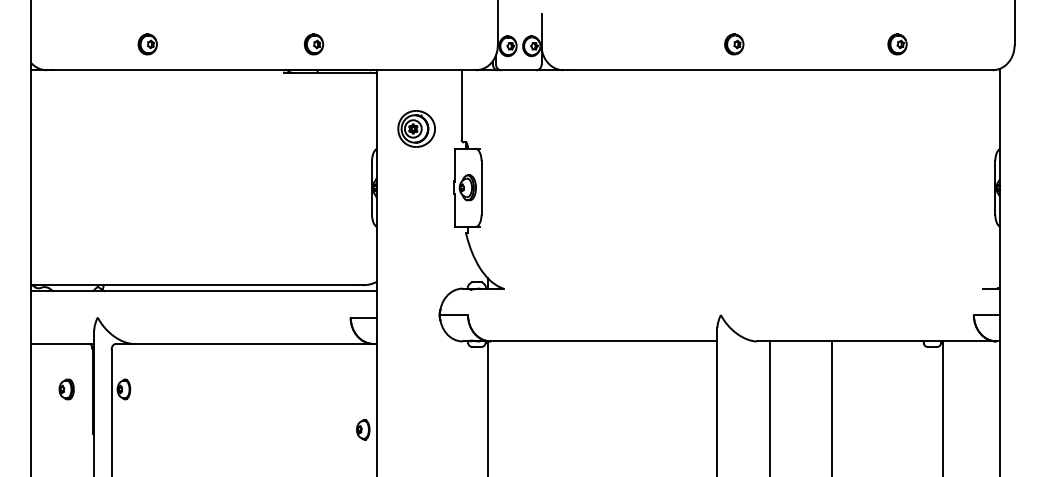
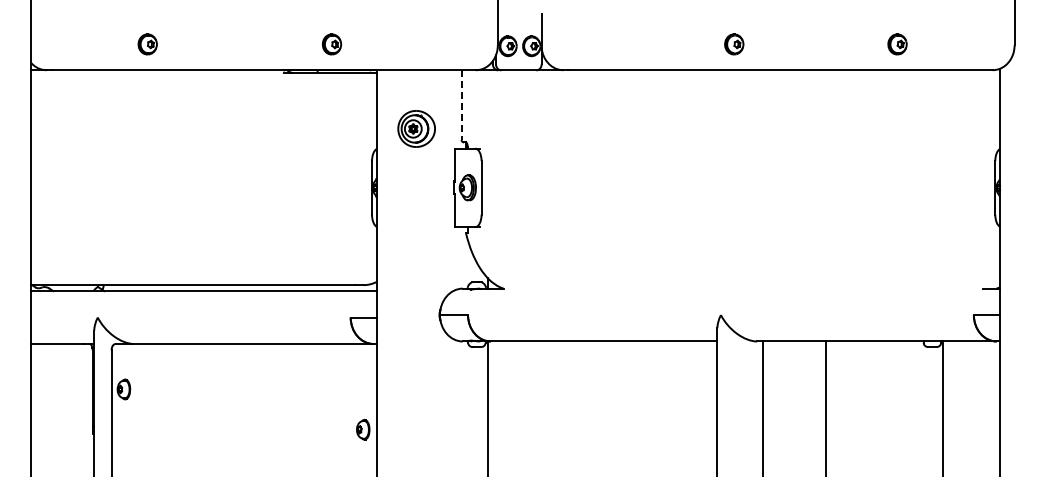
part at (314, 44) position: (314, 44) -> (332, 44)
line at (461, 105): solid -> dashed
part at (66, 389): present -> none
line at (770, 407) position: (770, 407) -> (763, 407)
line at (832, 407) position: (832, 407) -> (826, 407)
